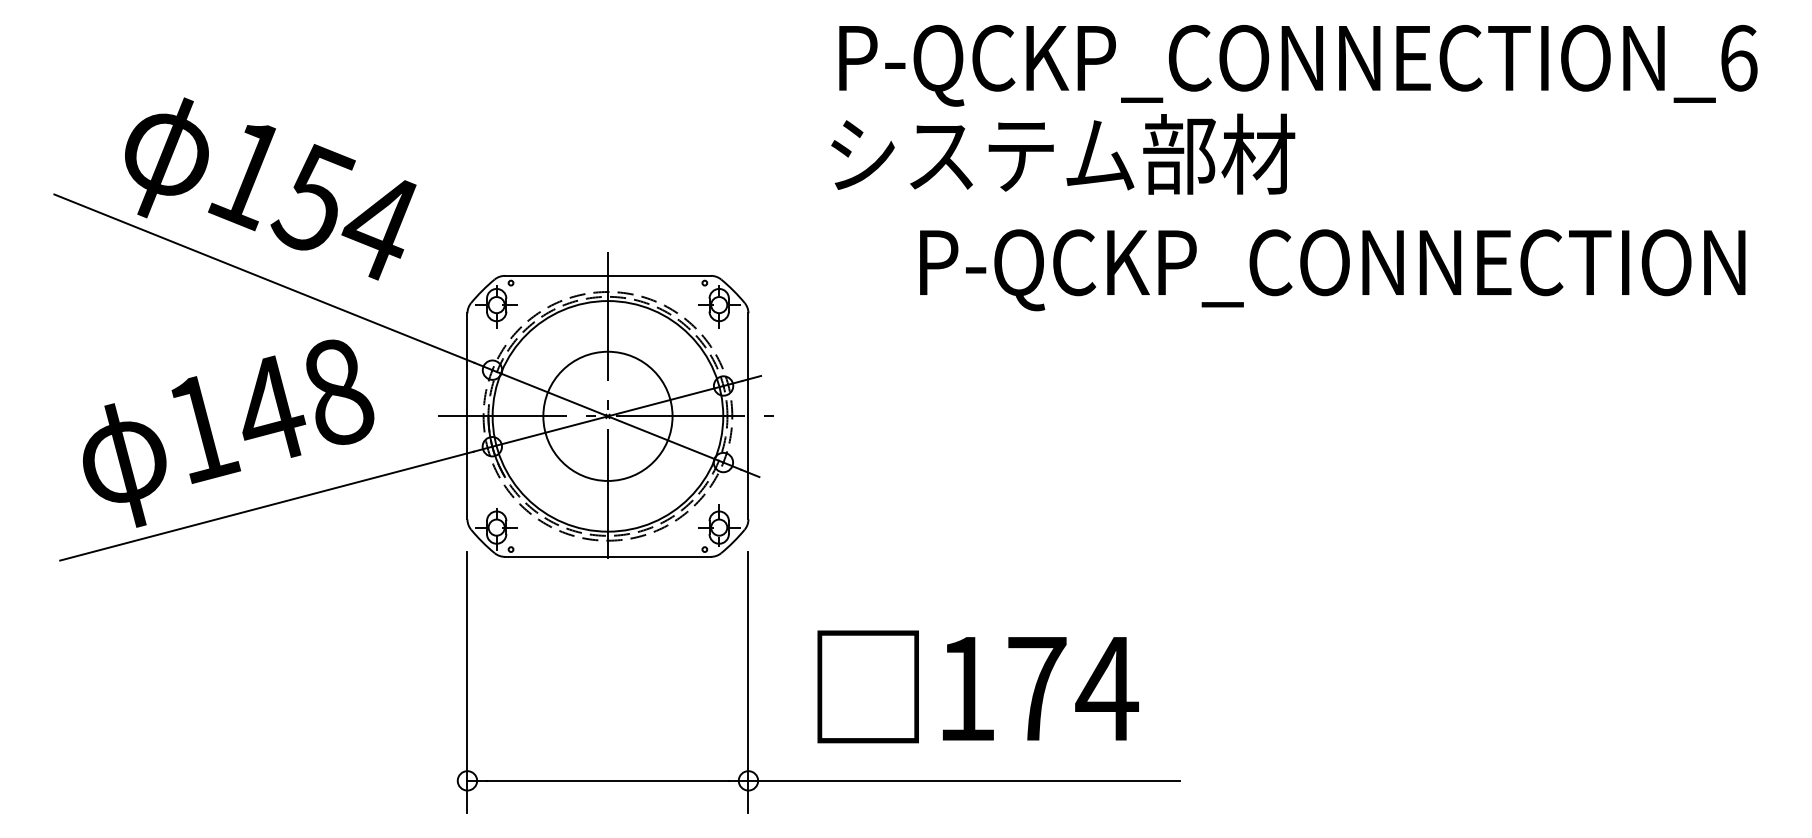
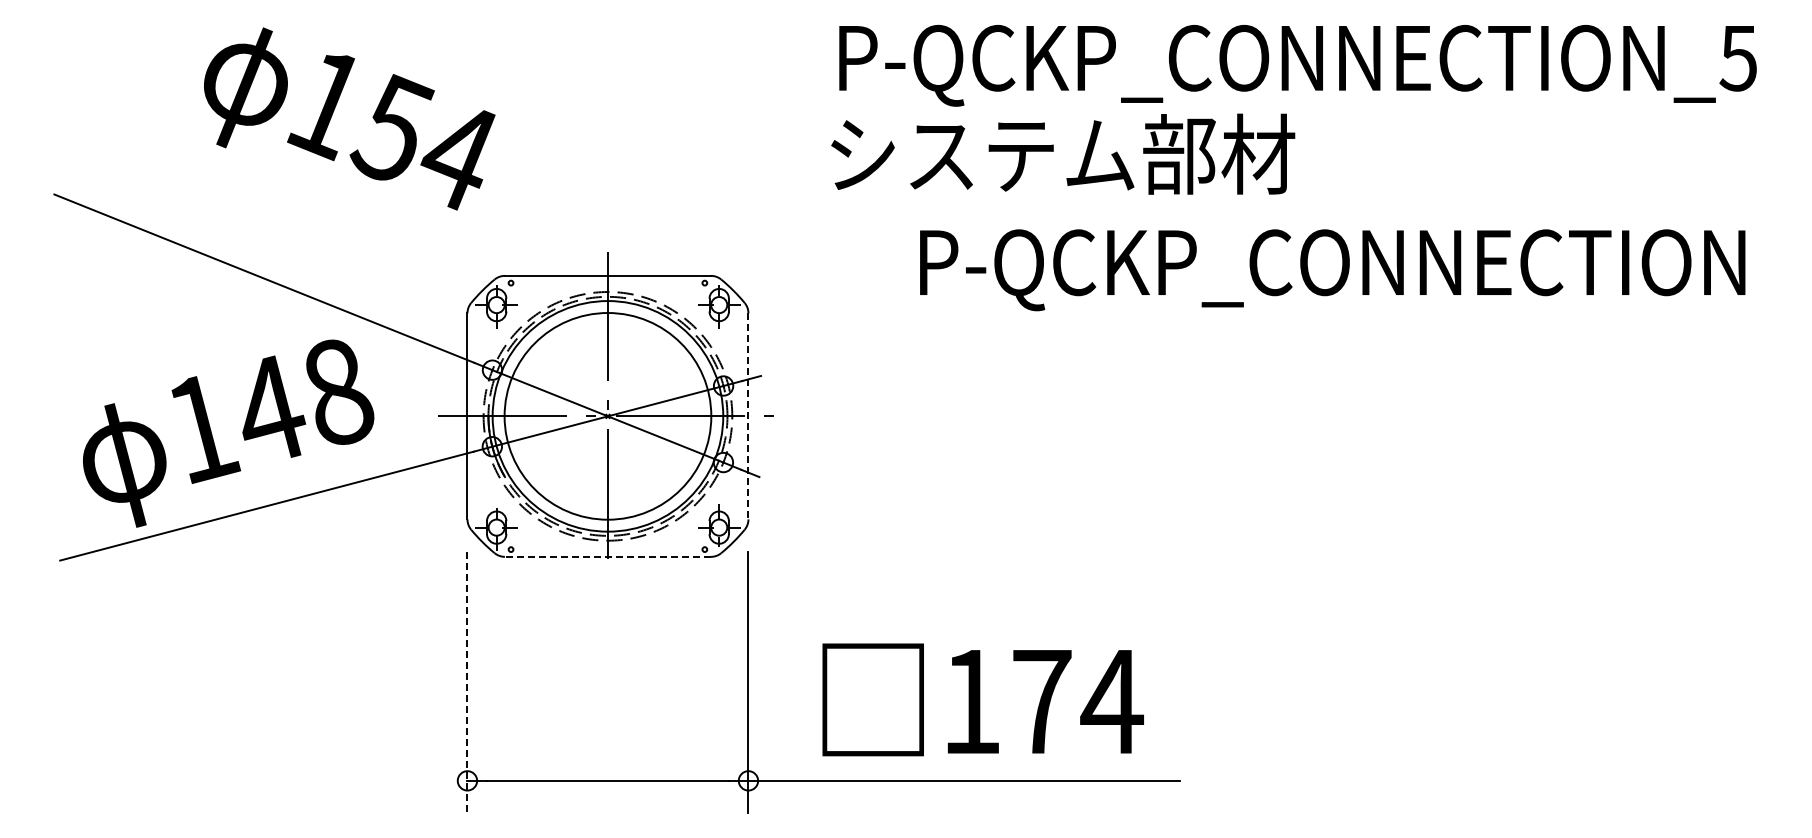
text at (1738, 57): P-QCKP_CONNECTION_6 -> P-QCKP_CONNECTION_5
text at (270, 188) position: (270, 188) -> (349, 118)
circle at (607, 415) diameter: 129 px -> 207 px
line at (748, 416): solid -> dashed
line at (607, 556): solid -> dashed
line at (467, 682): solid -> dashed
text at (977, 686) position: (977, 686) -> (982, 699)
